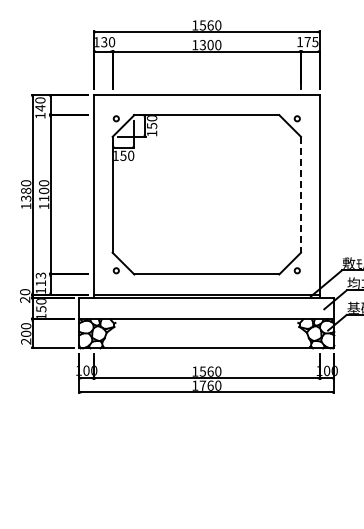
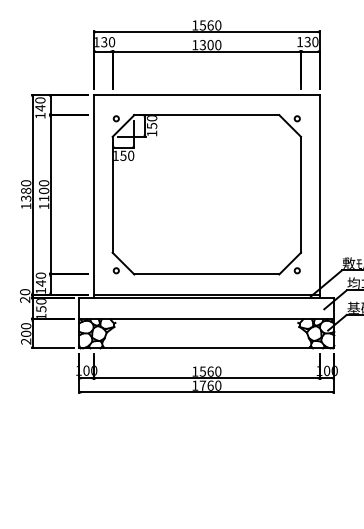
text at (311, 41): 175 -> 130
line at (301, 194): dashed -> solid
text at (40, 279): 113 -> 140
